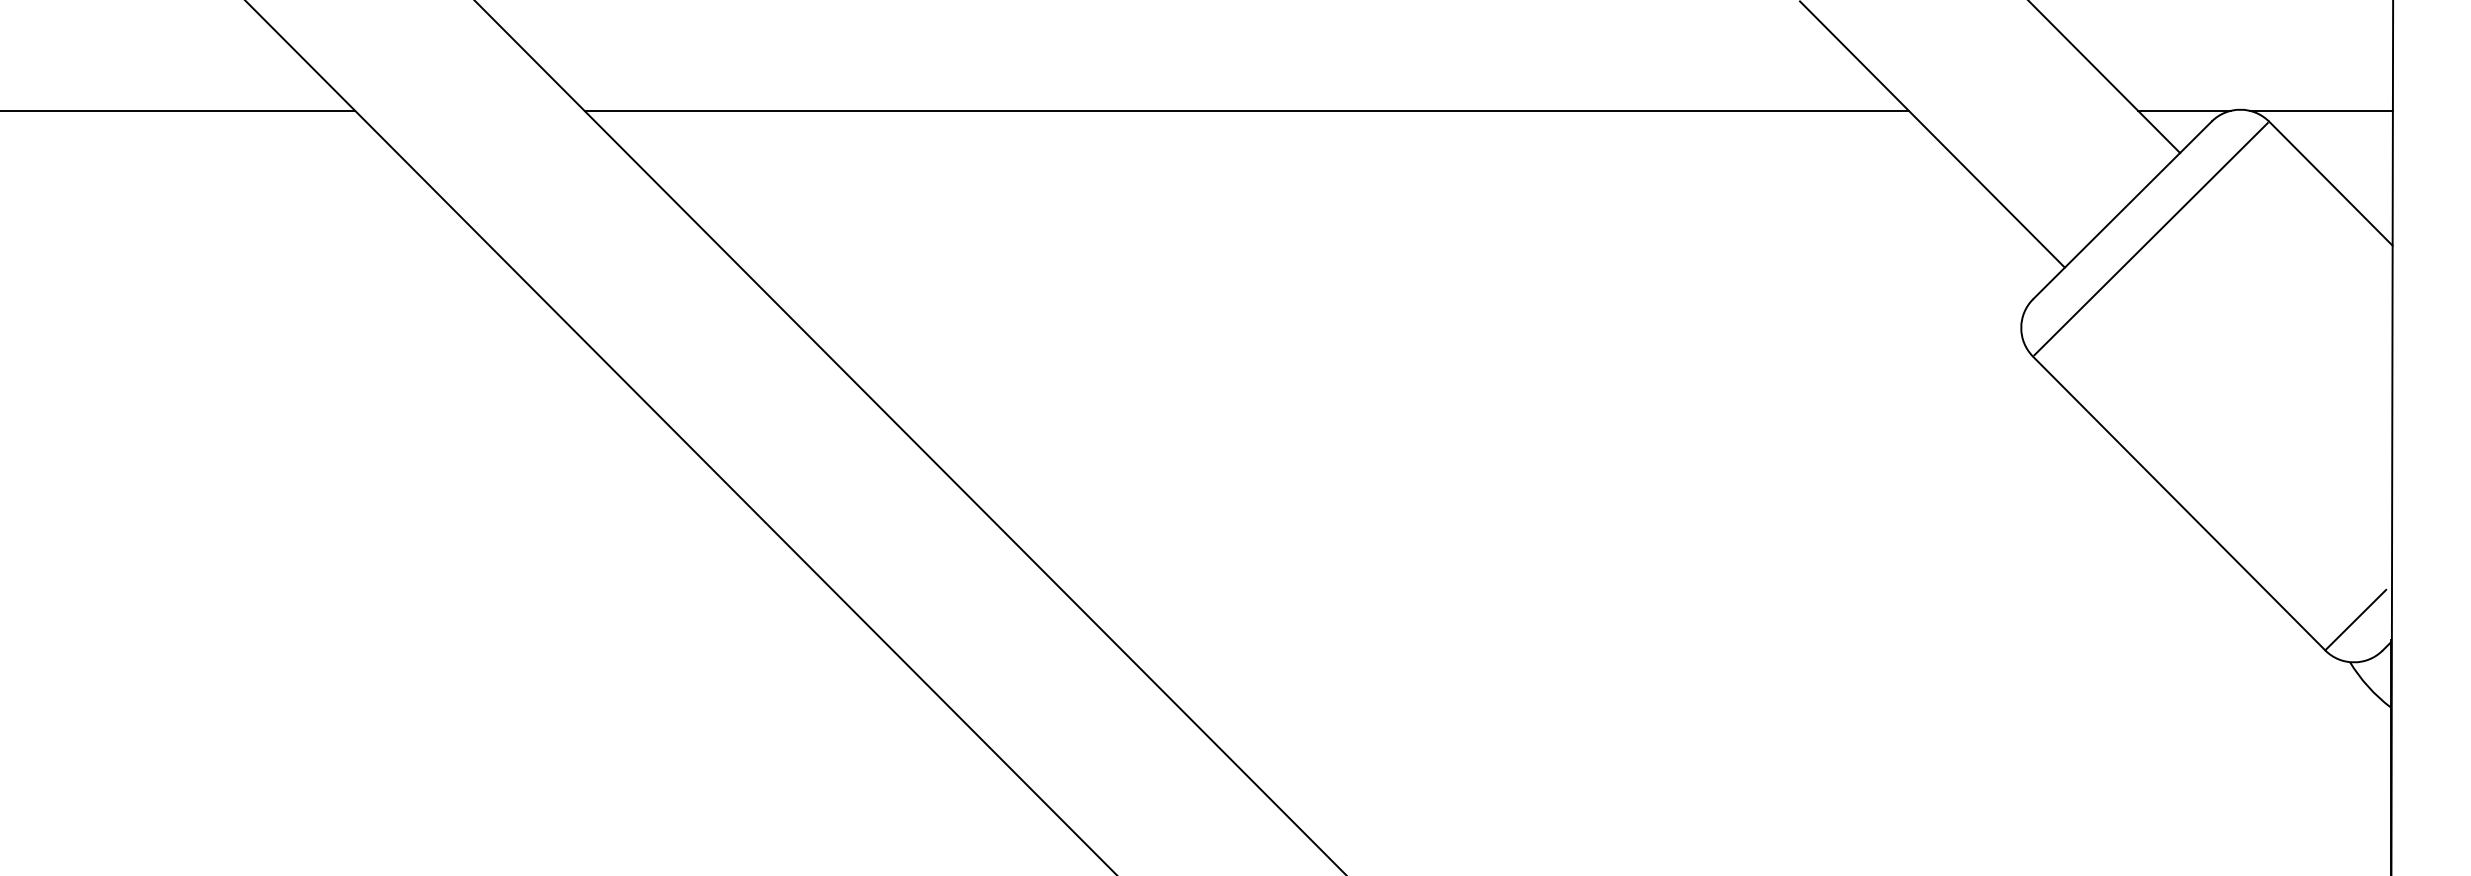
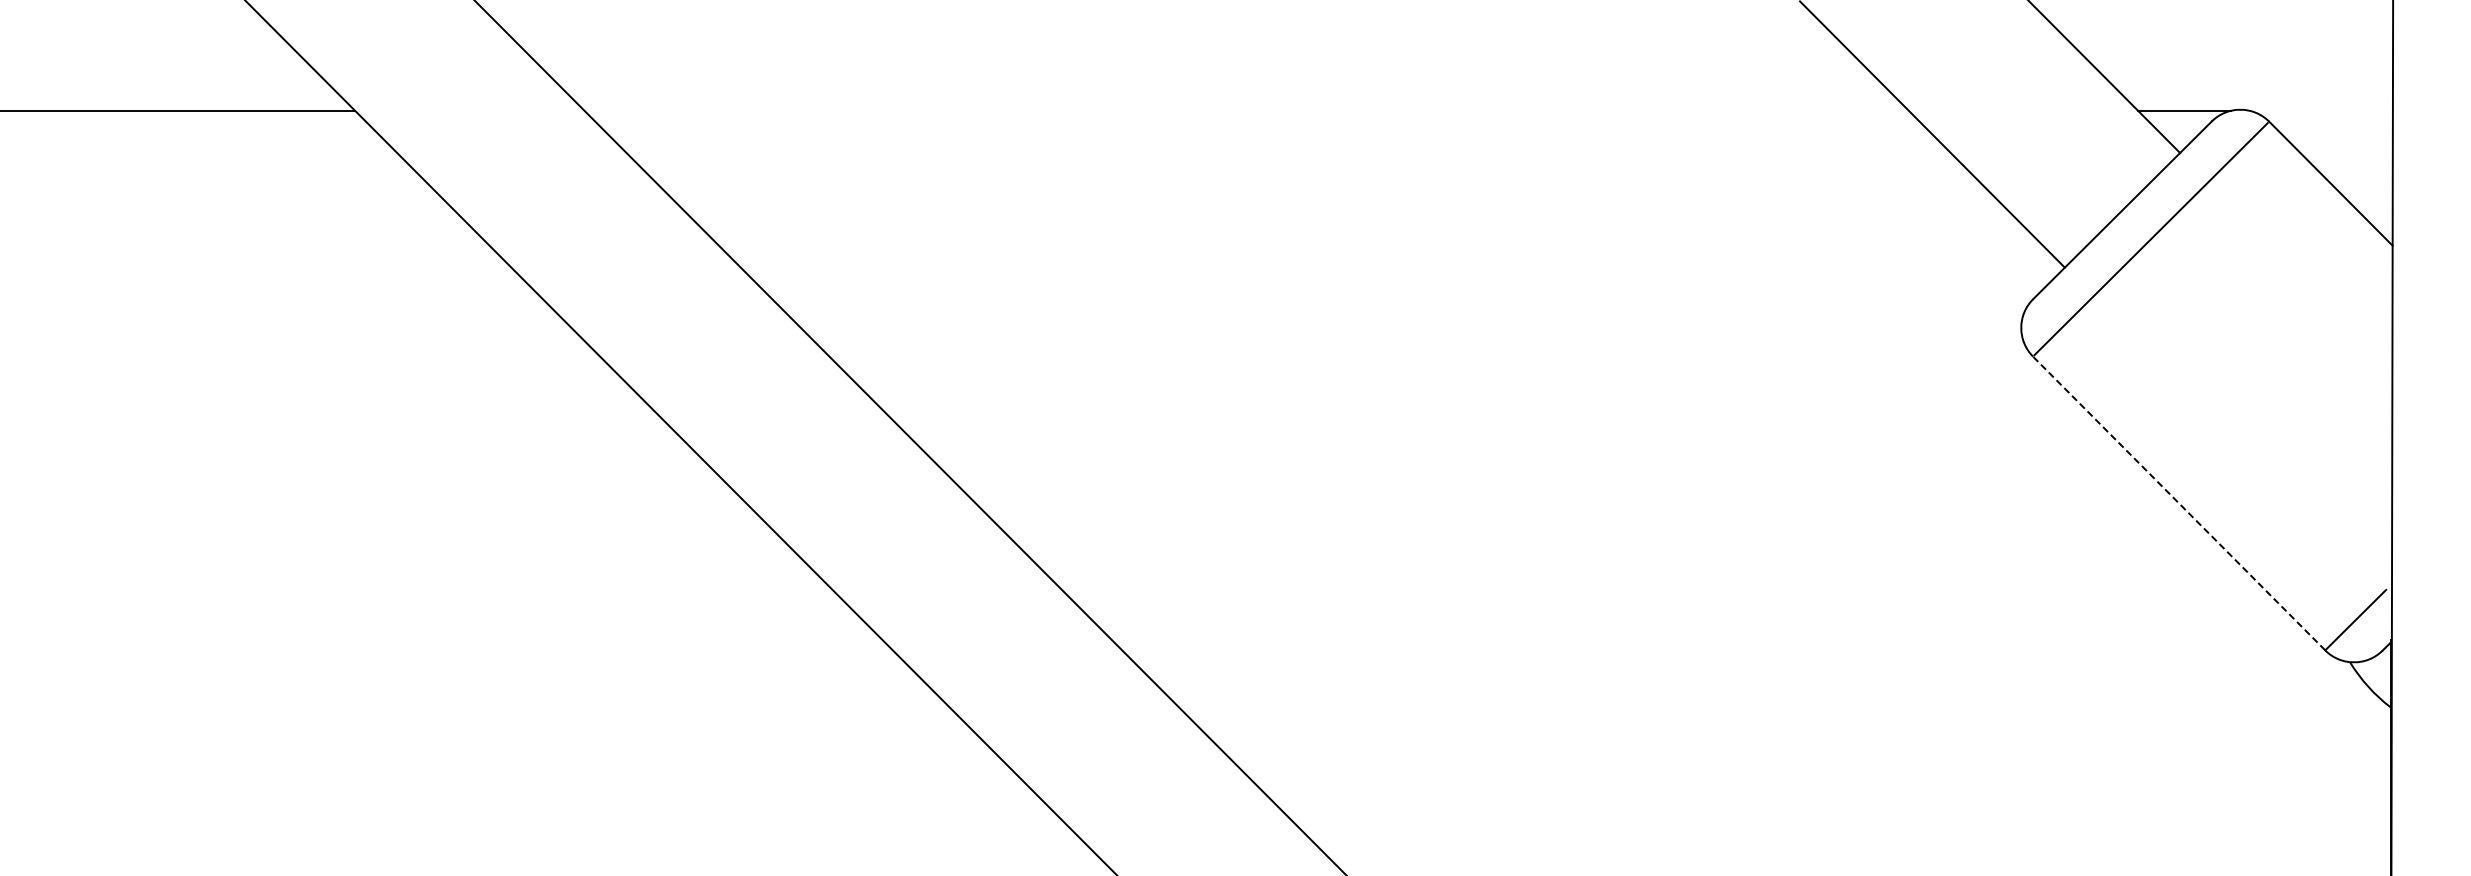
line at (1246, 110): present -> none
line at (2320, 110): present -> none
line at (2178, 503): solid -> dashed
